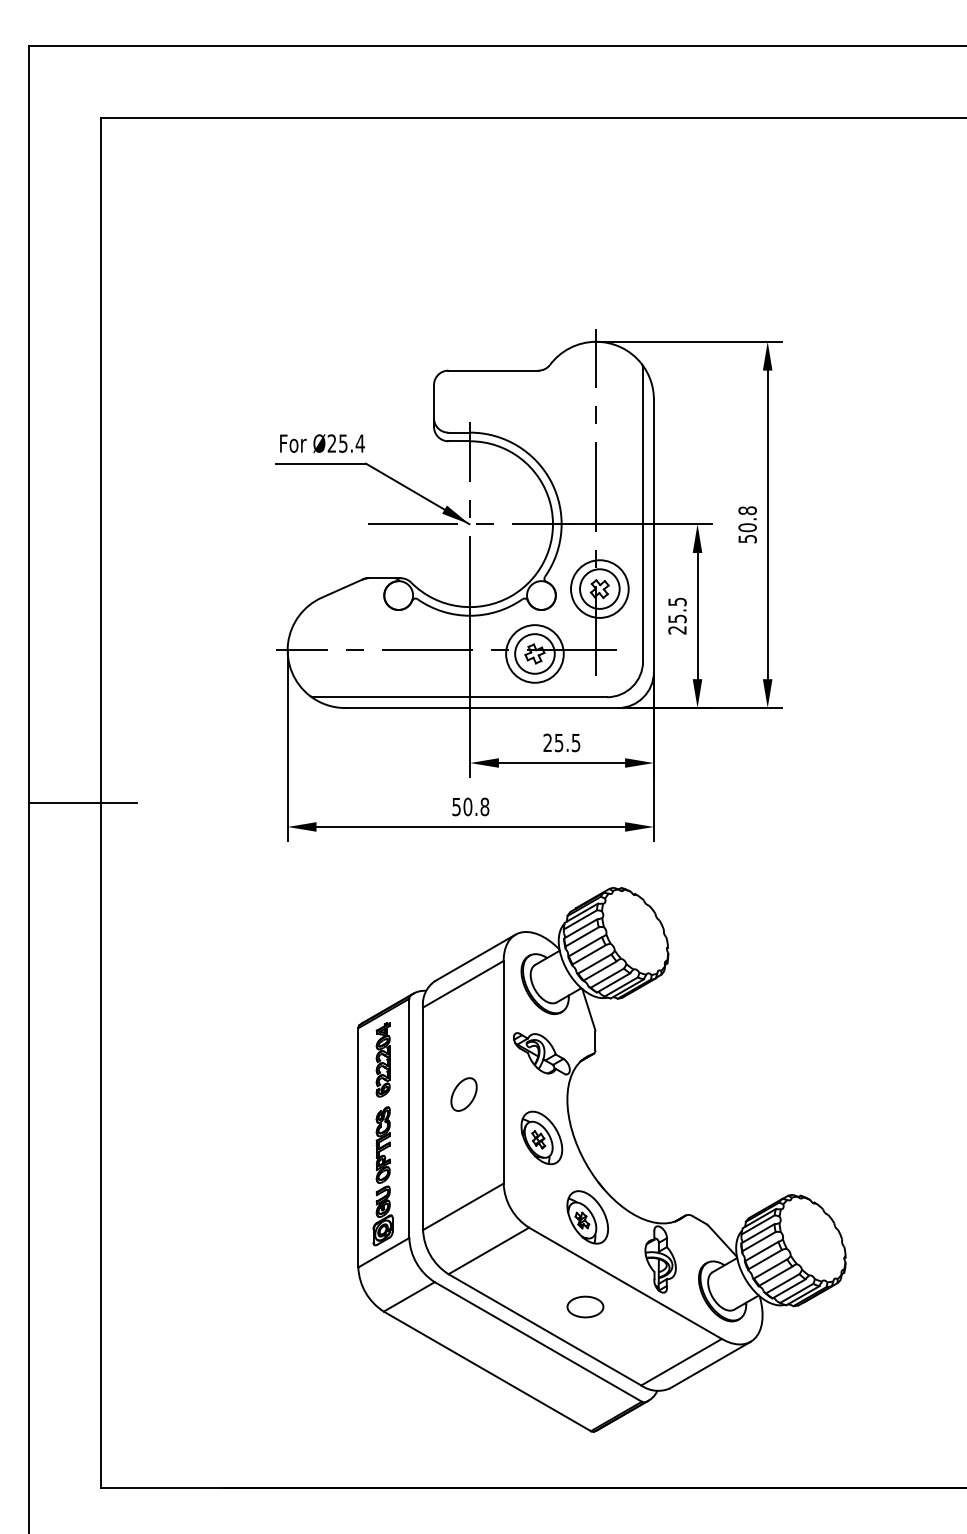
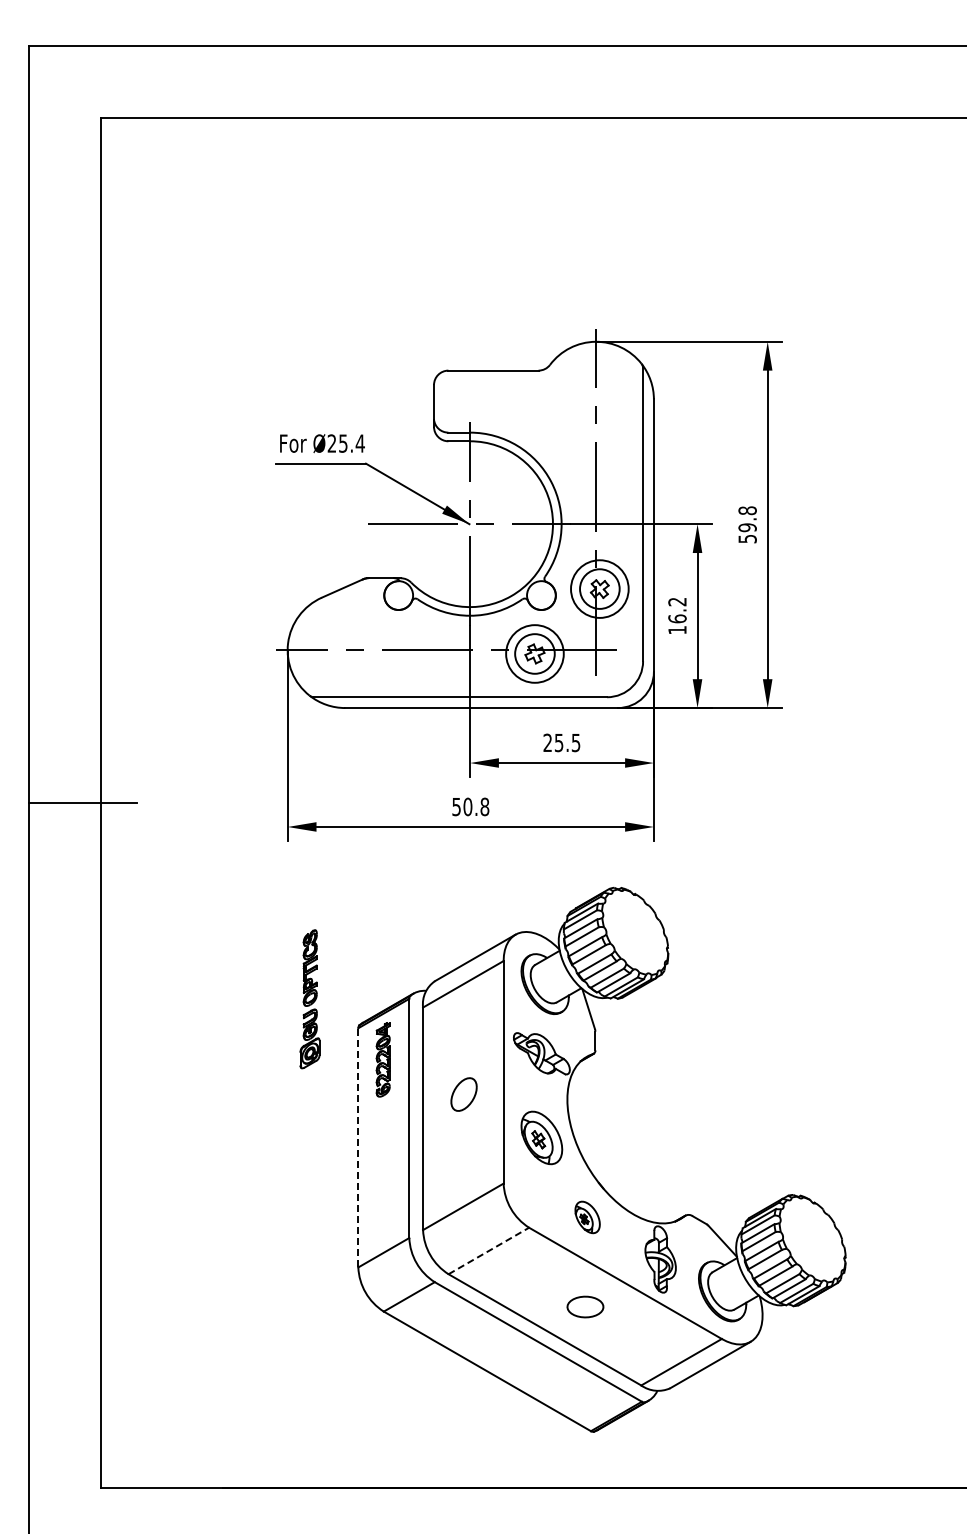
text at (747, 527): 50.8 -> 59.8
text at (677, 615): 25.5 -> 16.2
line at (358, 1147): solid -> dashed
part at (382, 1176) position: (382, 1176) -> (309, 999)
part at (587, 1217) size: 43x55 px -> 27x35 px
line at (488, 1250): solid -> dashed
